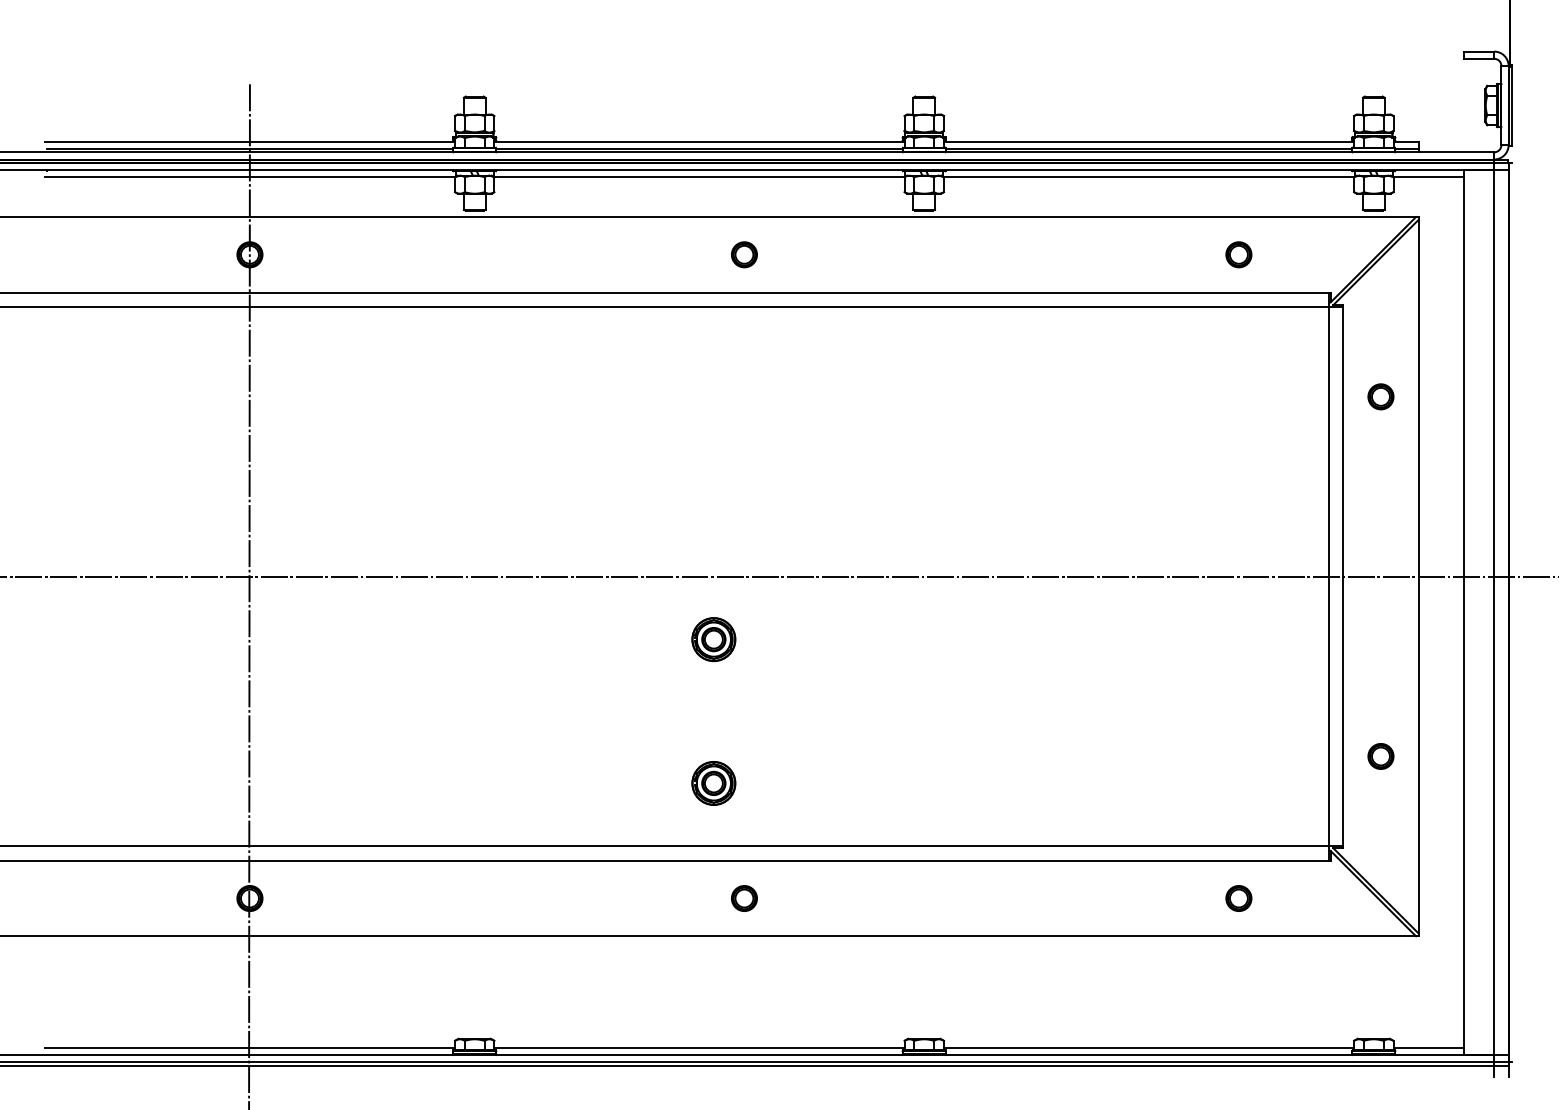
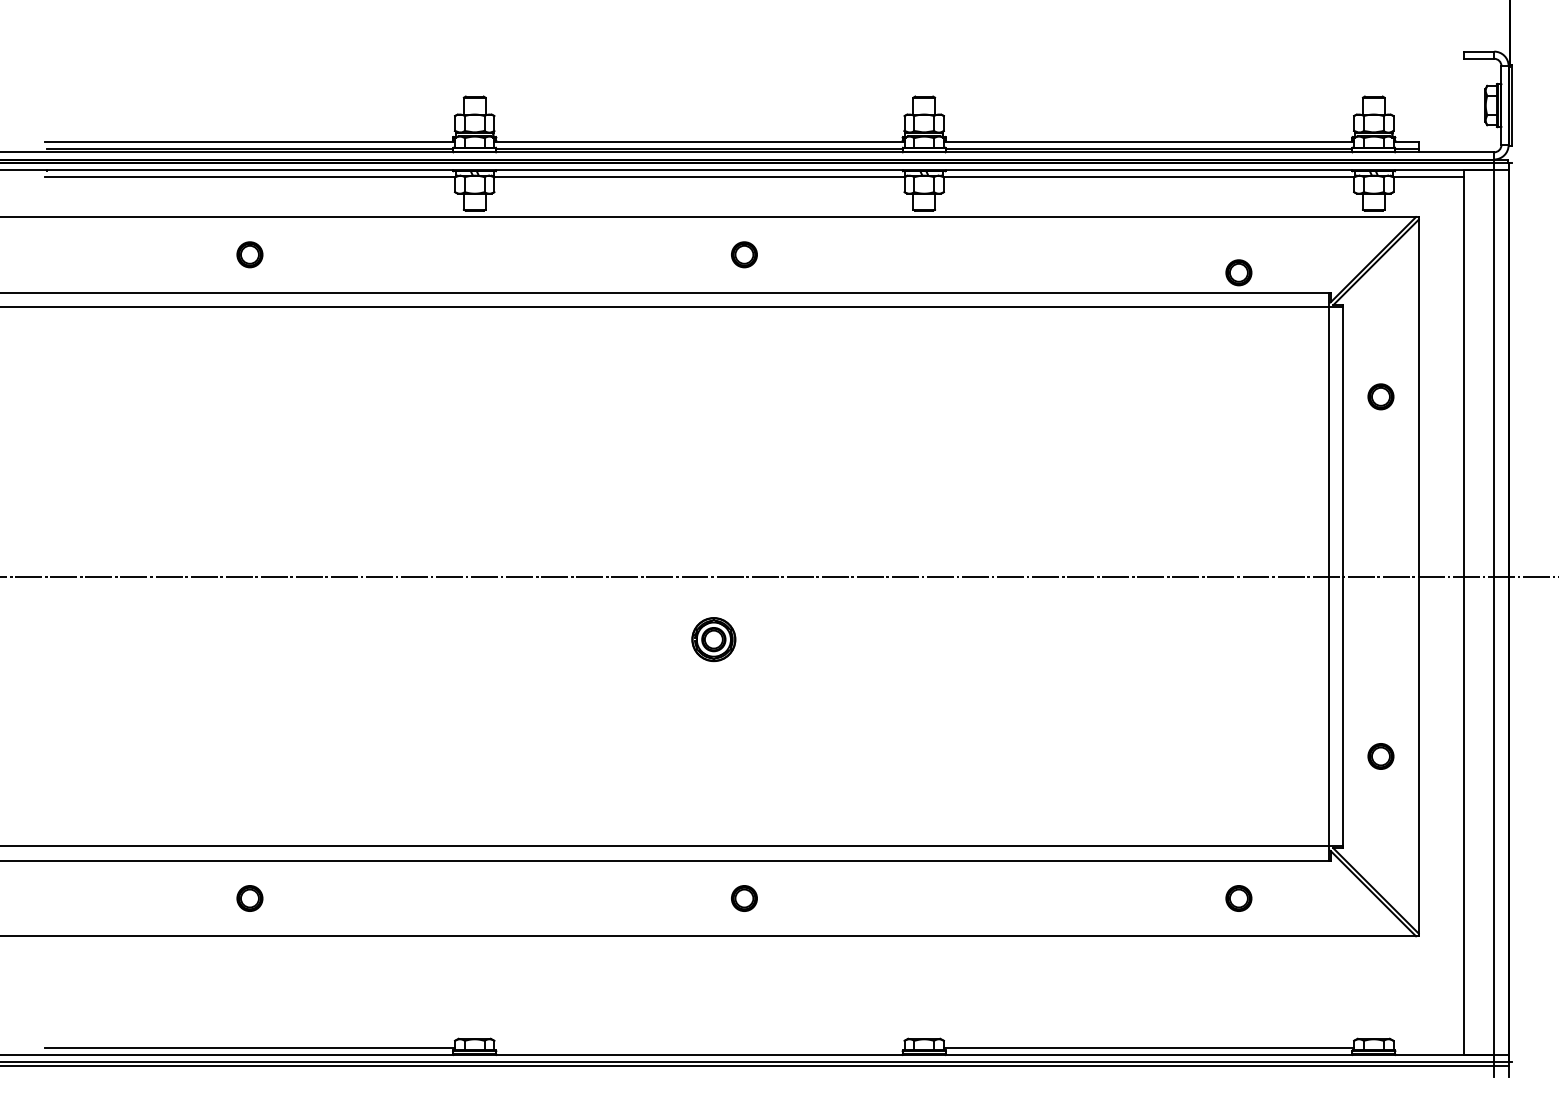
part at (1238, 254) position: (1238, 254) -> (1238, 272)
line at (249, 595): present -> none
part at (713, 783): present -> none
line at (699, 1047): present -> none
line at (1428, 1047): present -> none
